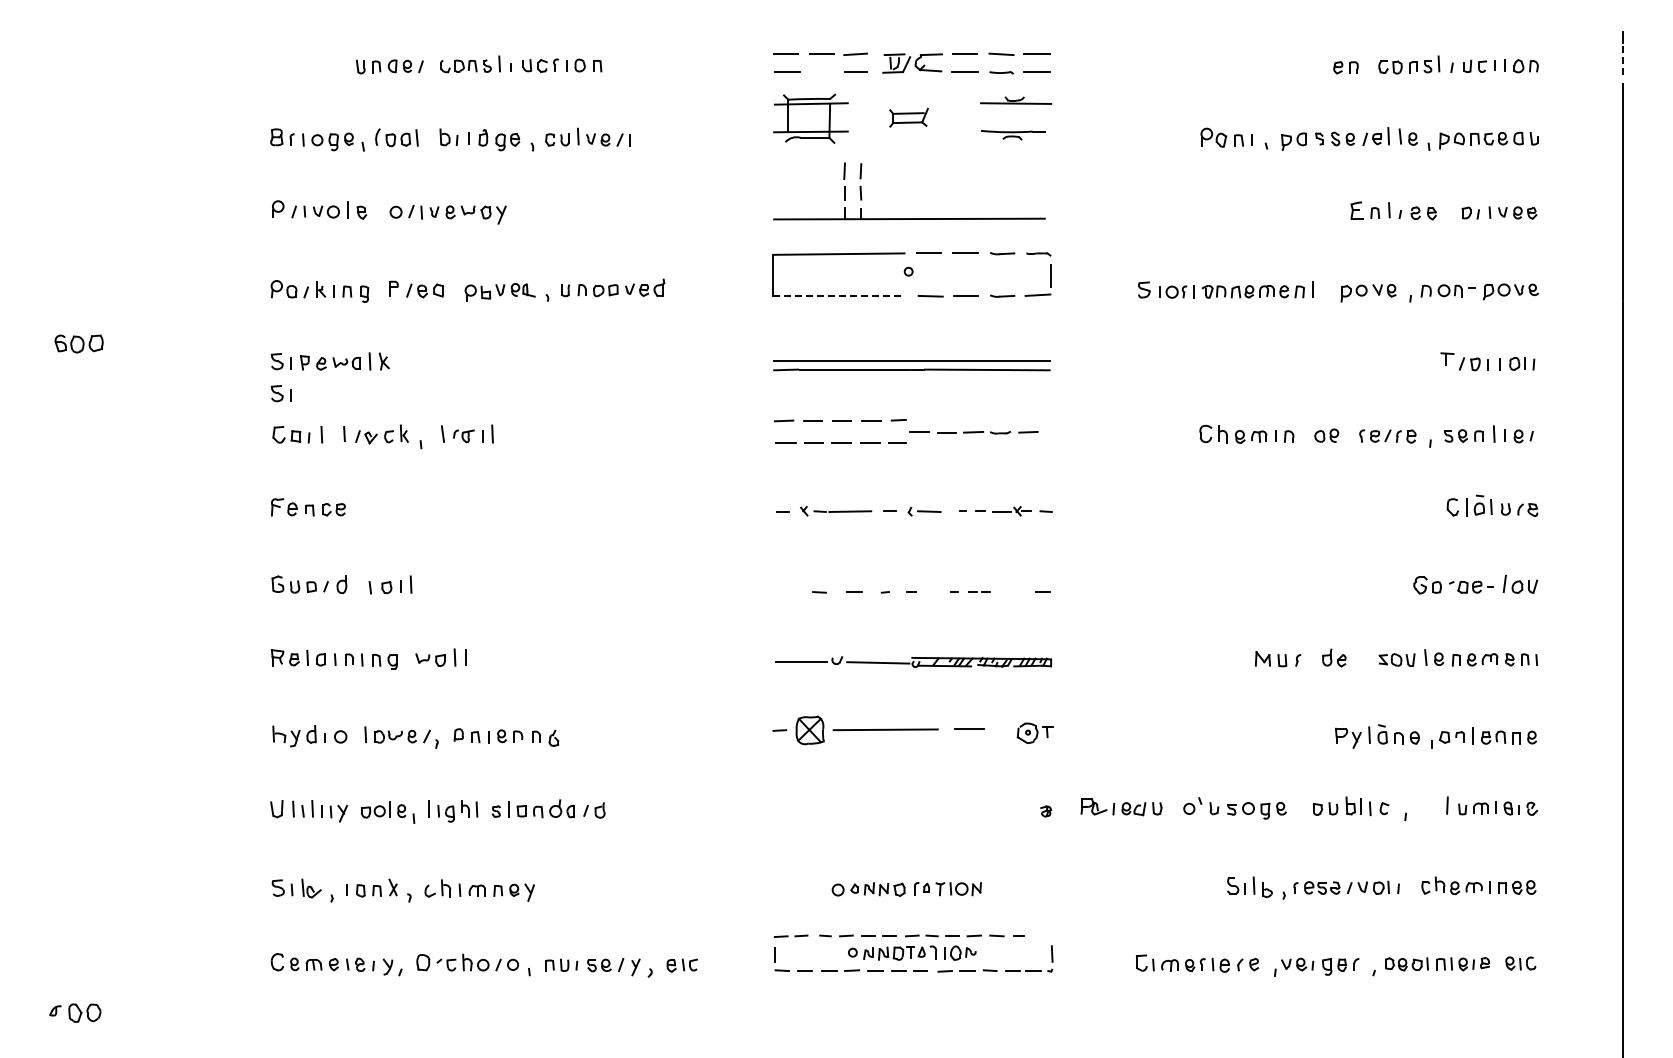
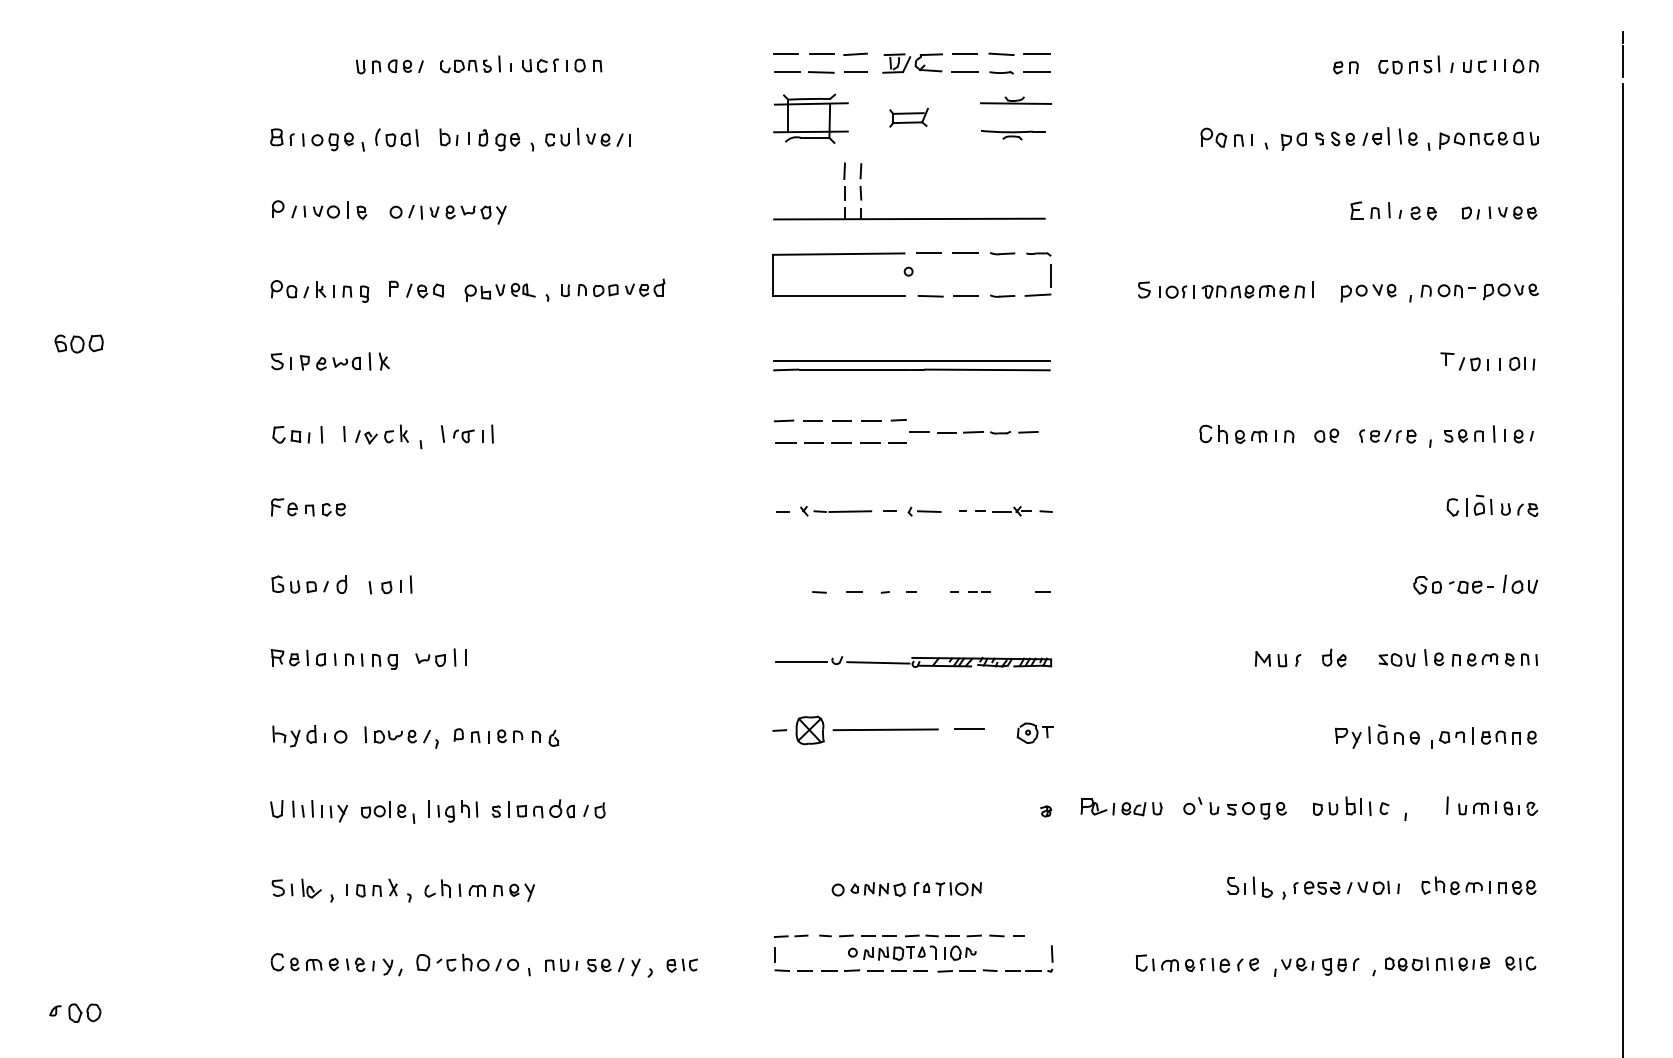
line at (1622, 61): dashed -> solid
line at (820, 72): none -> present
line at (839, 295): dashed -> solid
part at (281, 393): present -> none
